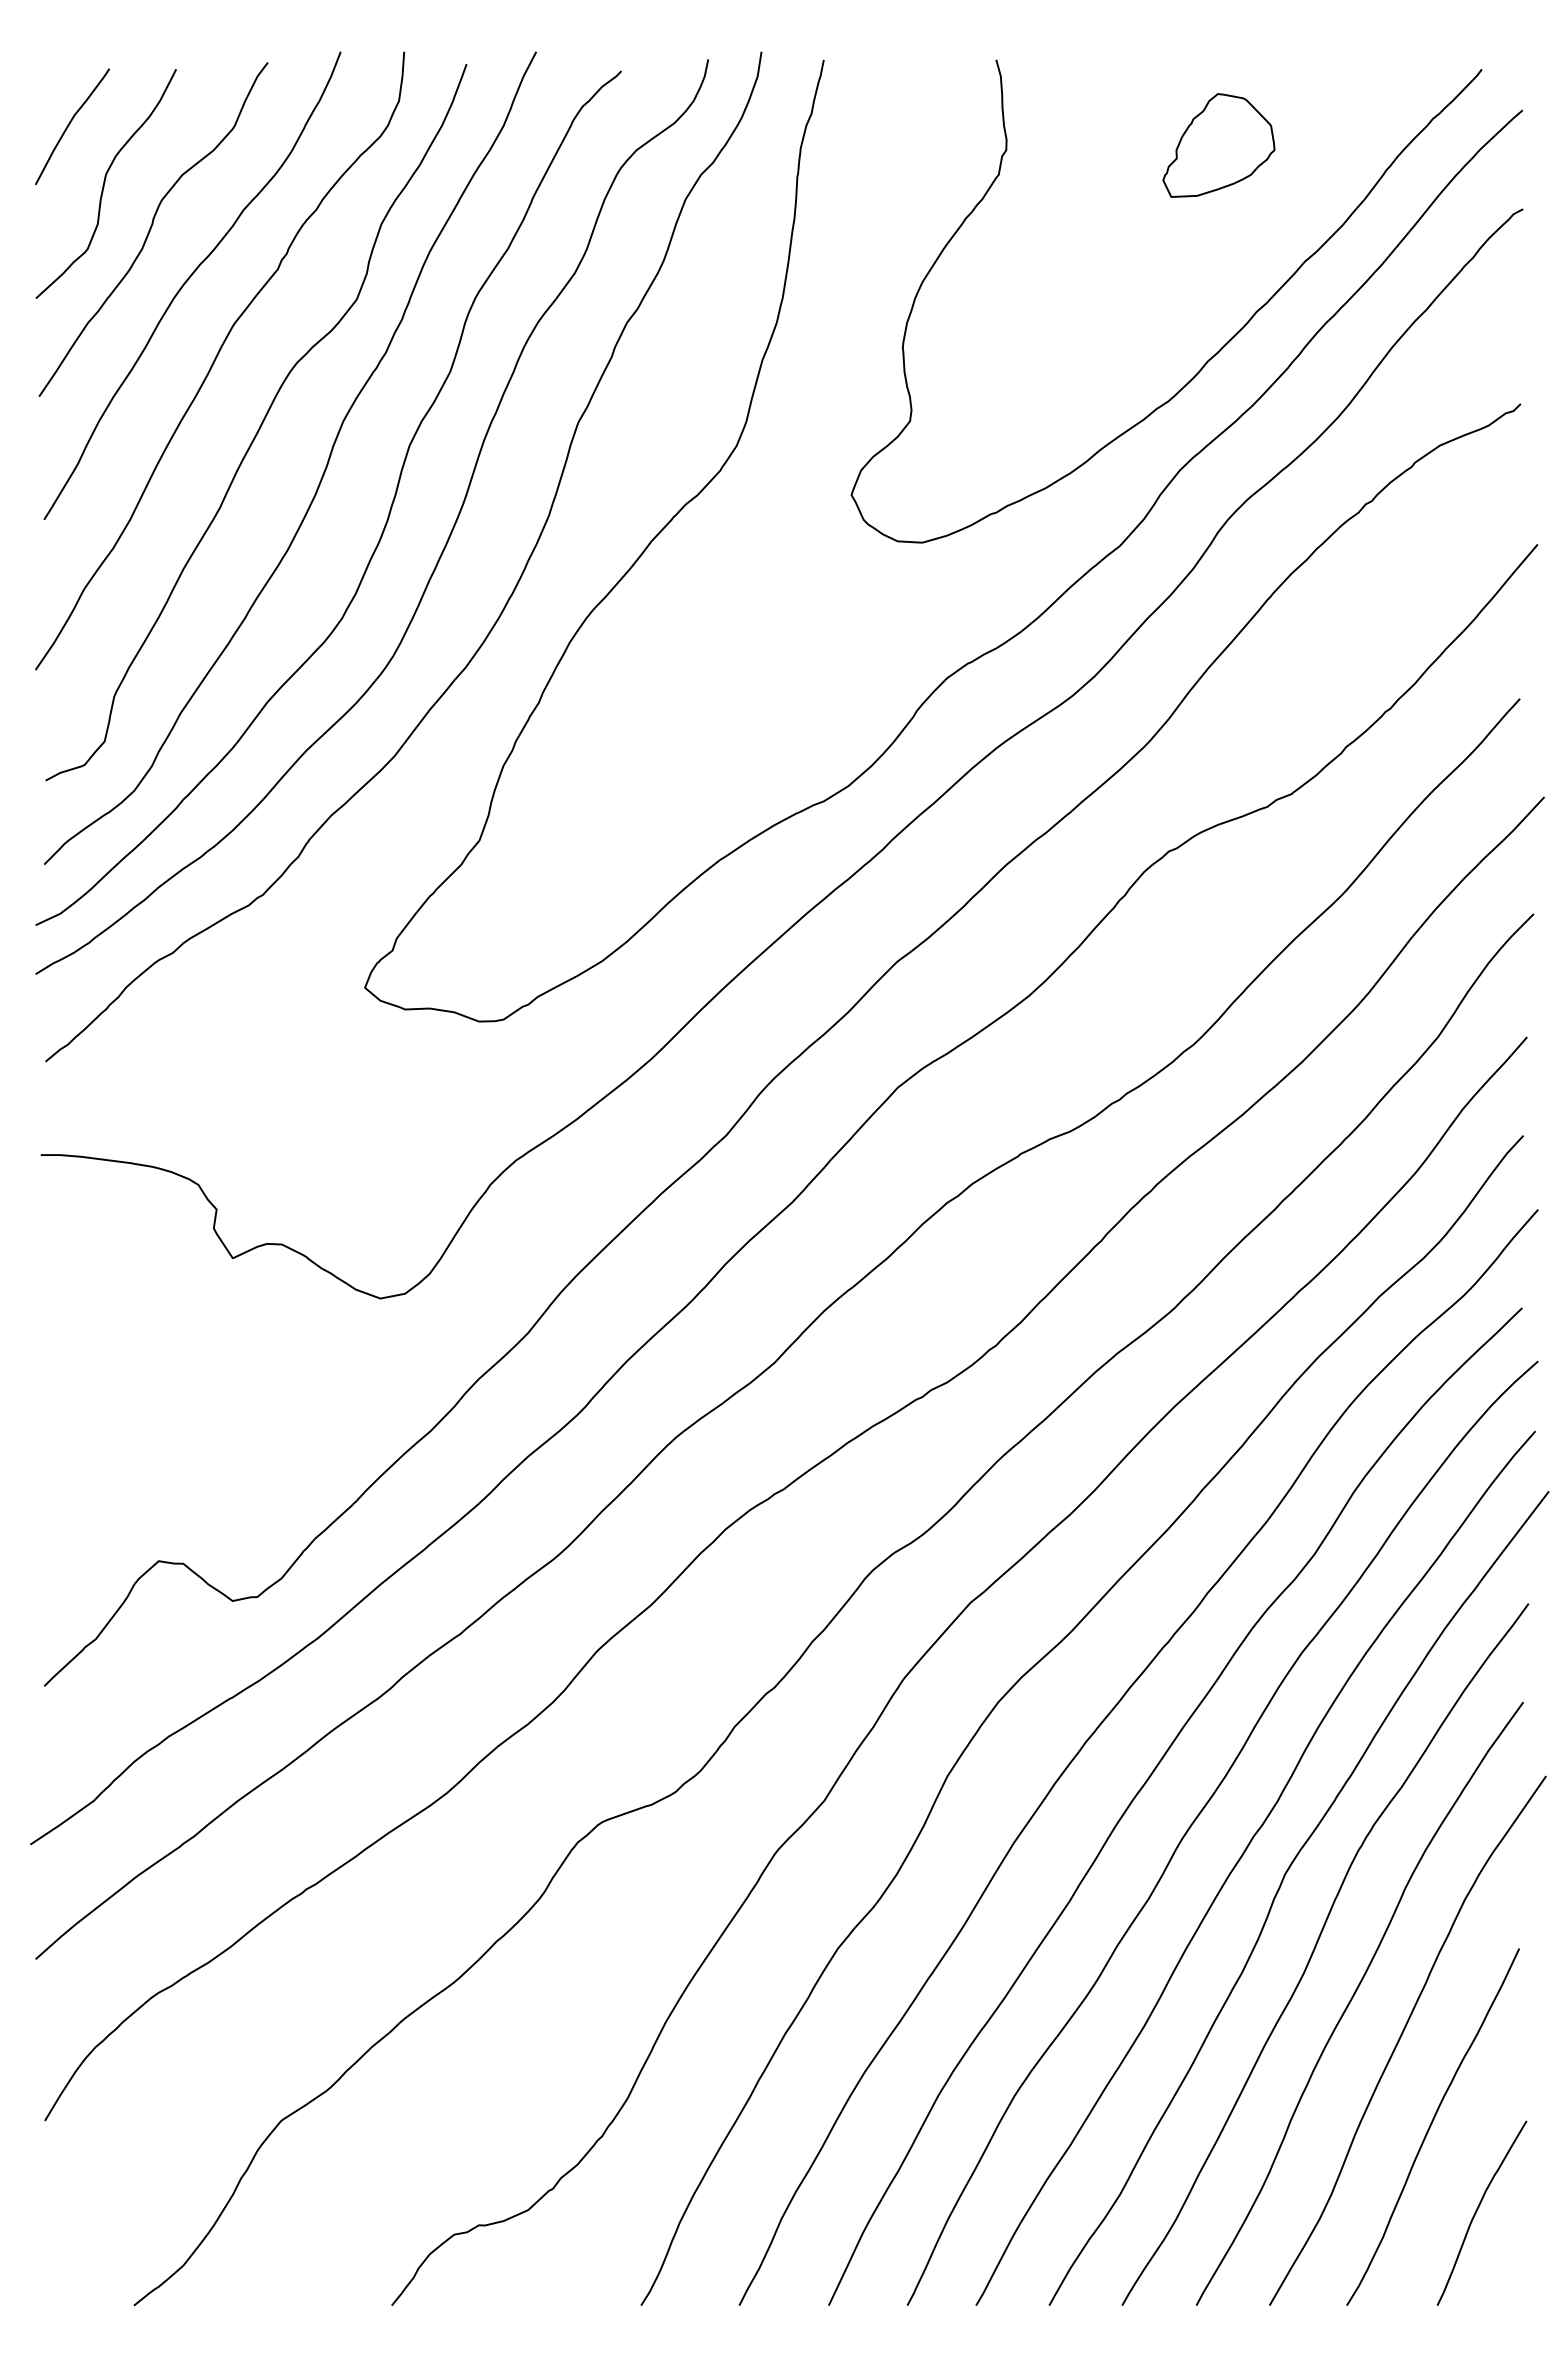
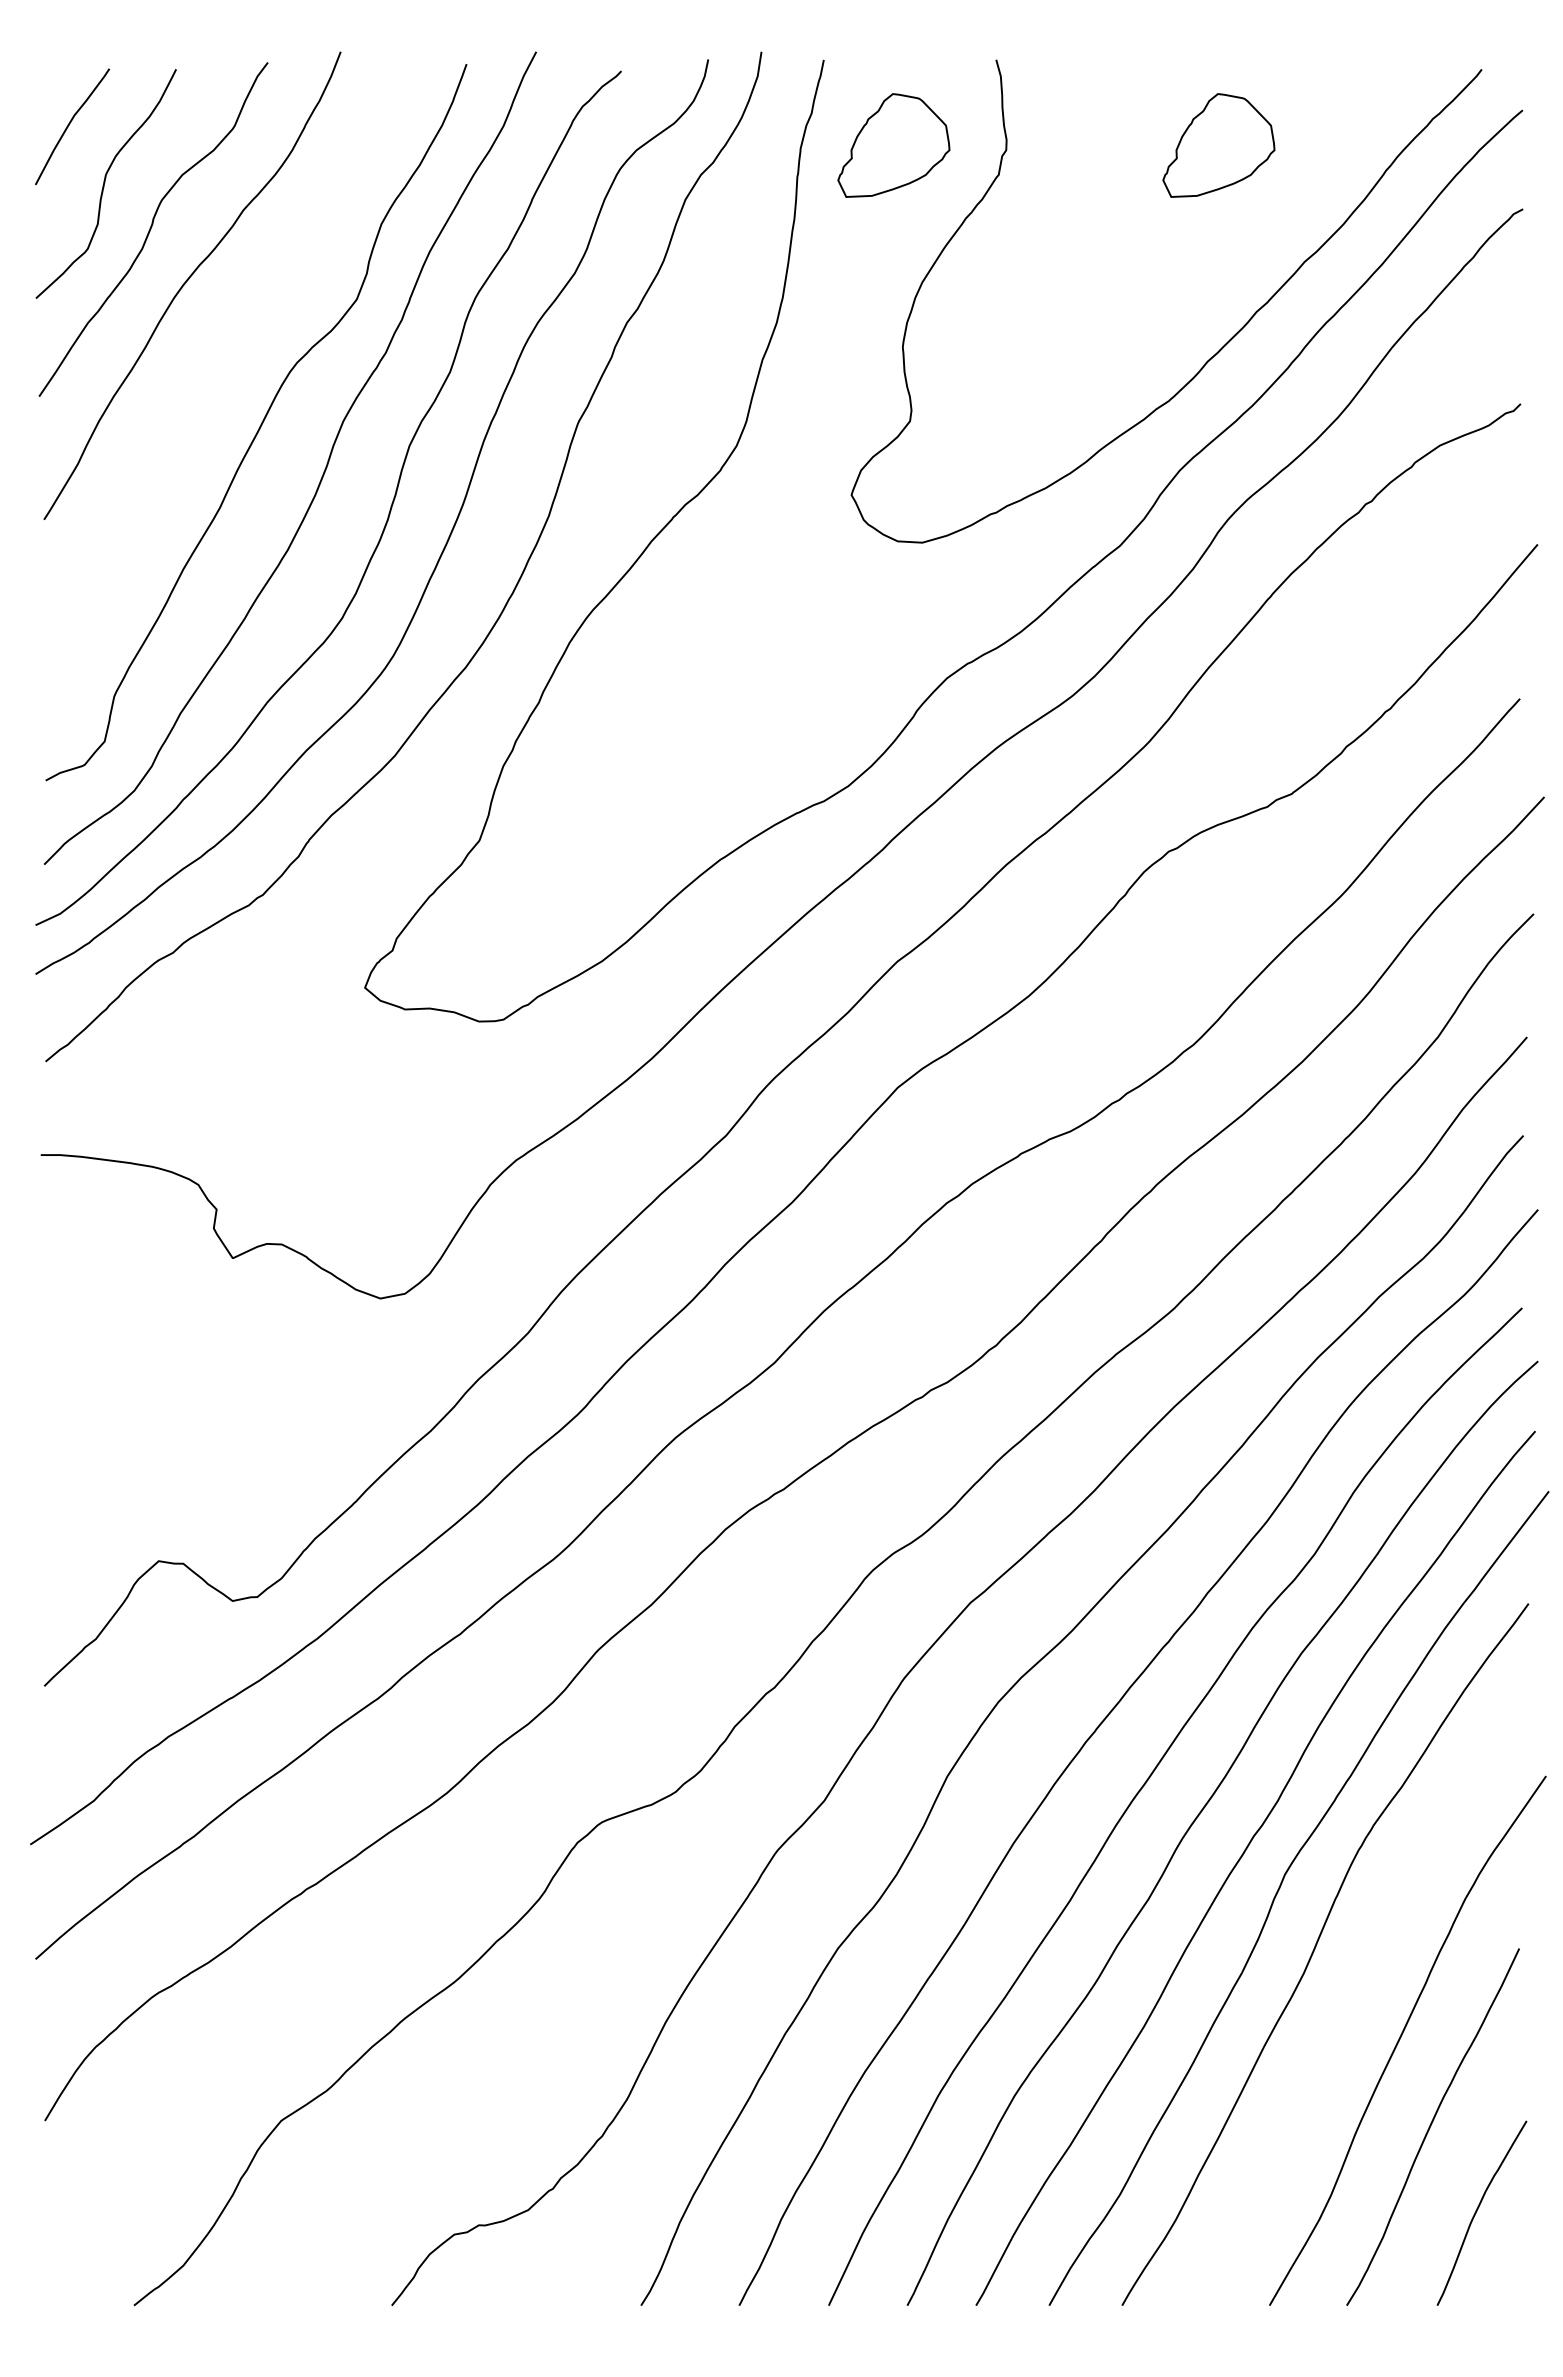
part at (893, 145): none -> present
curve at (216, 359): present -> none
curve at (1352, 1999): present -> none
